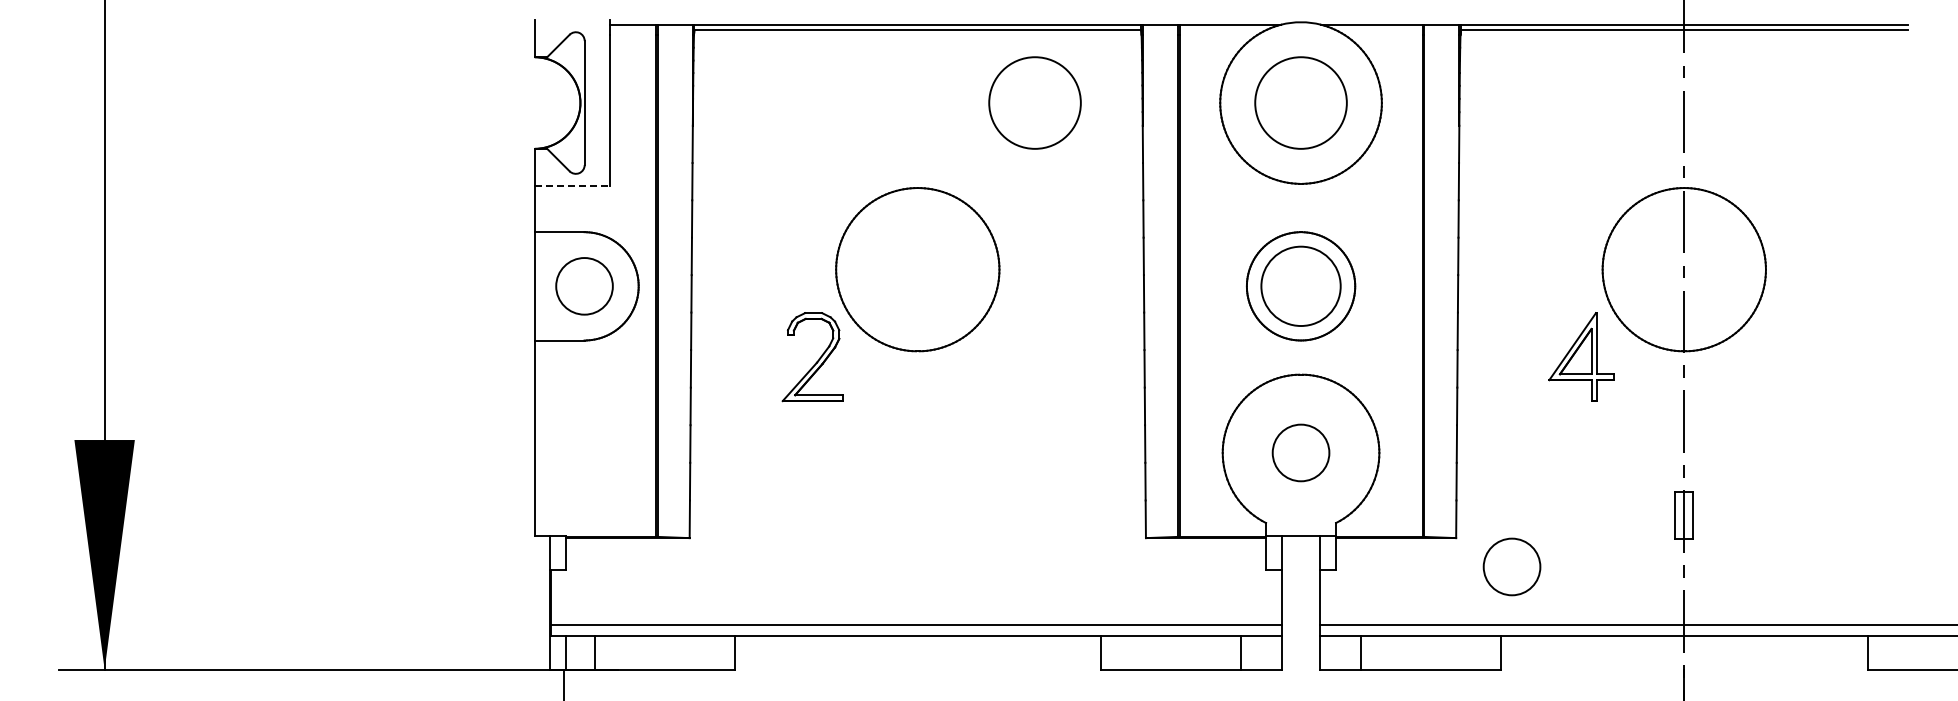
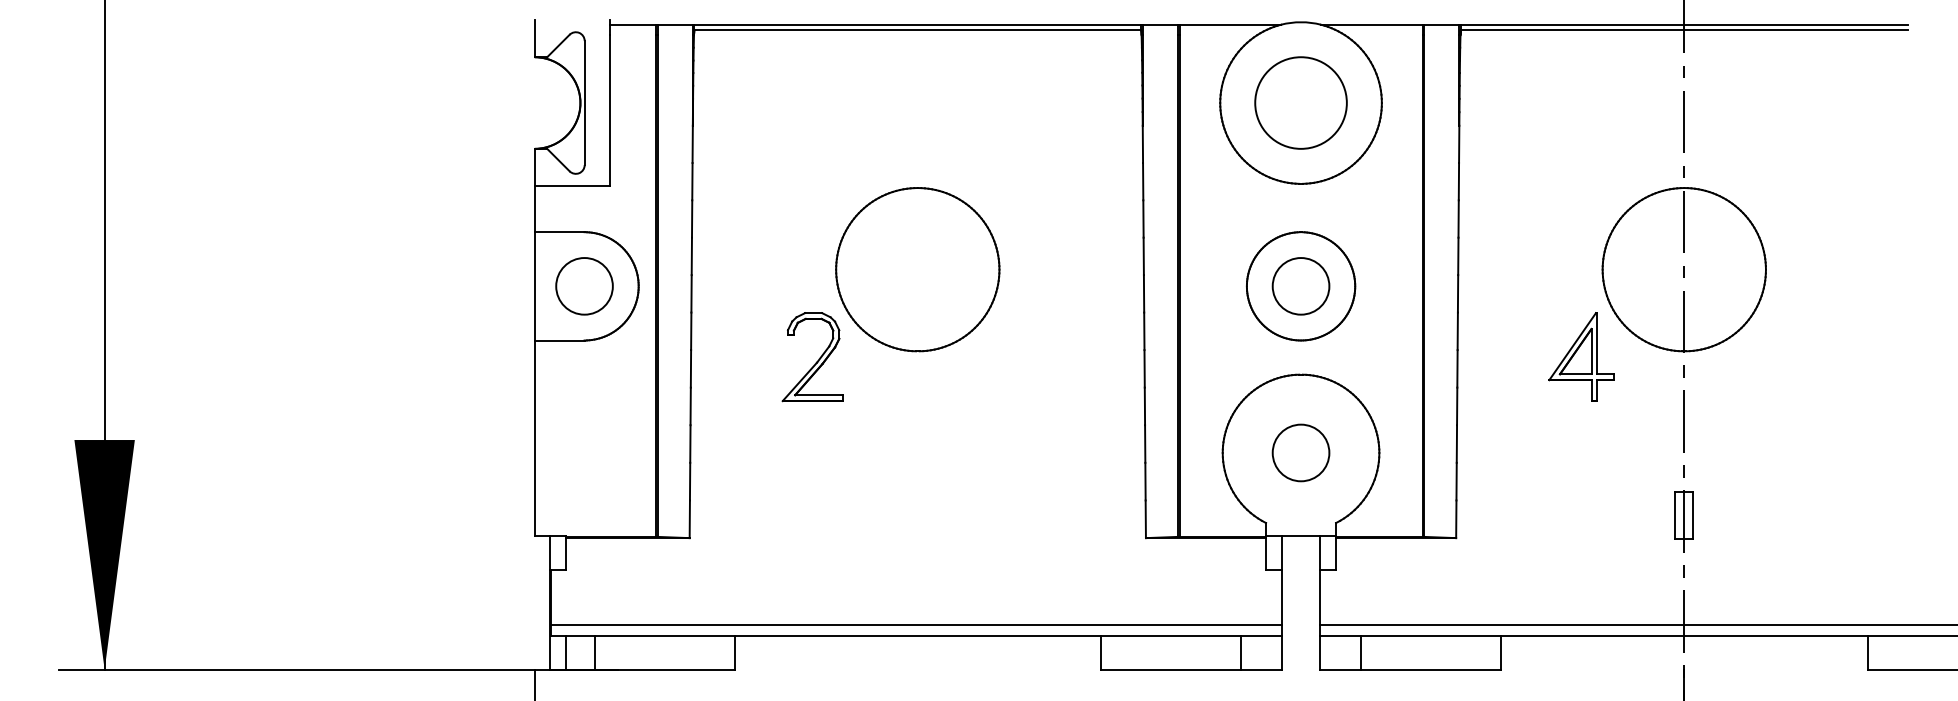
circle at (1034, 102): present -> none
line at (572, 186): dashed -> solid
circle at (1300, 286) diameter: 79 px -> 57 px
circle at (1511, 566): present -> none
line at (563, 683) position: (563, 683) -> (534, 683)
